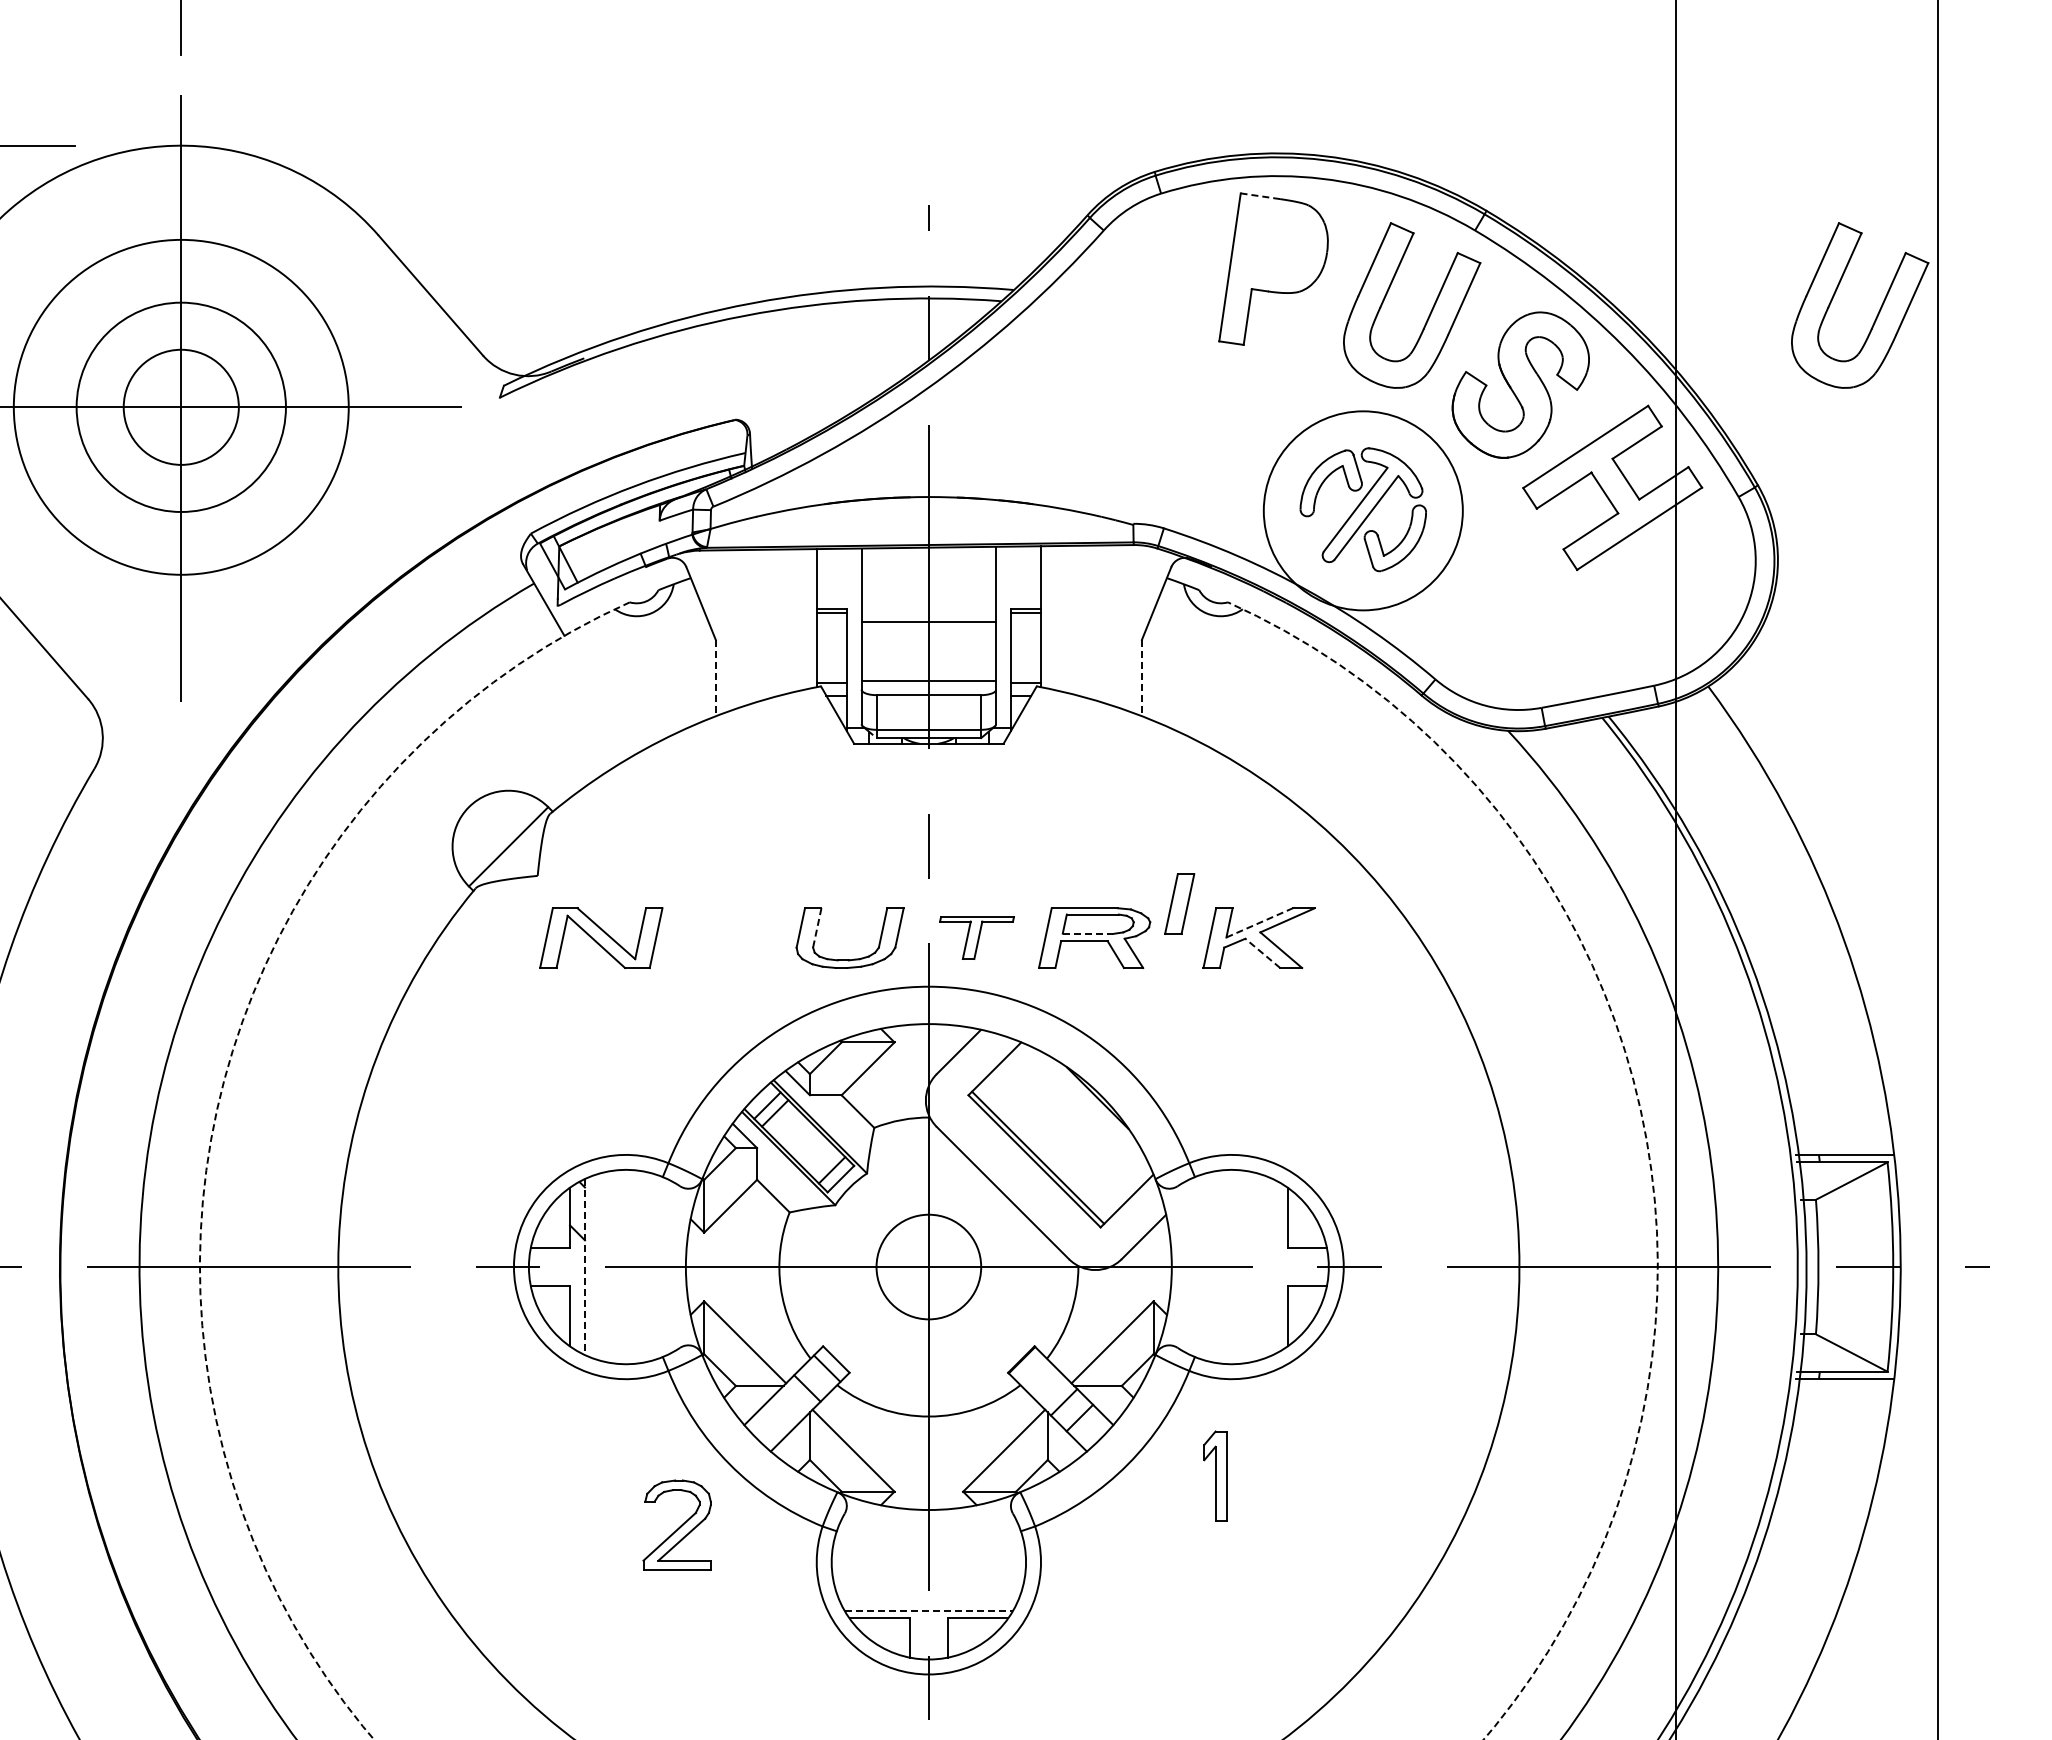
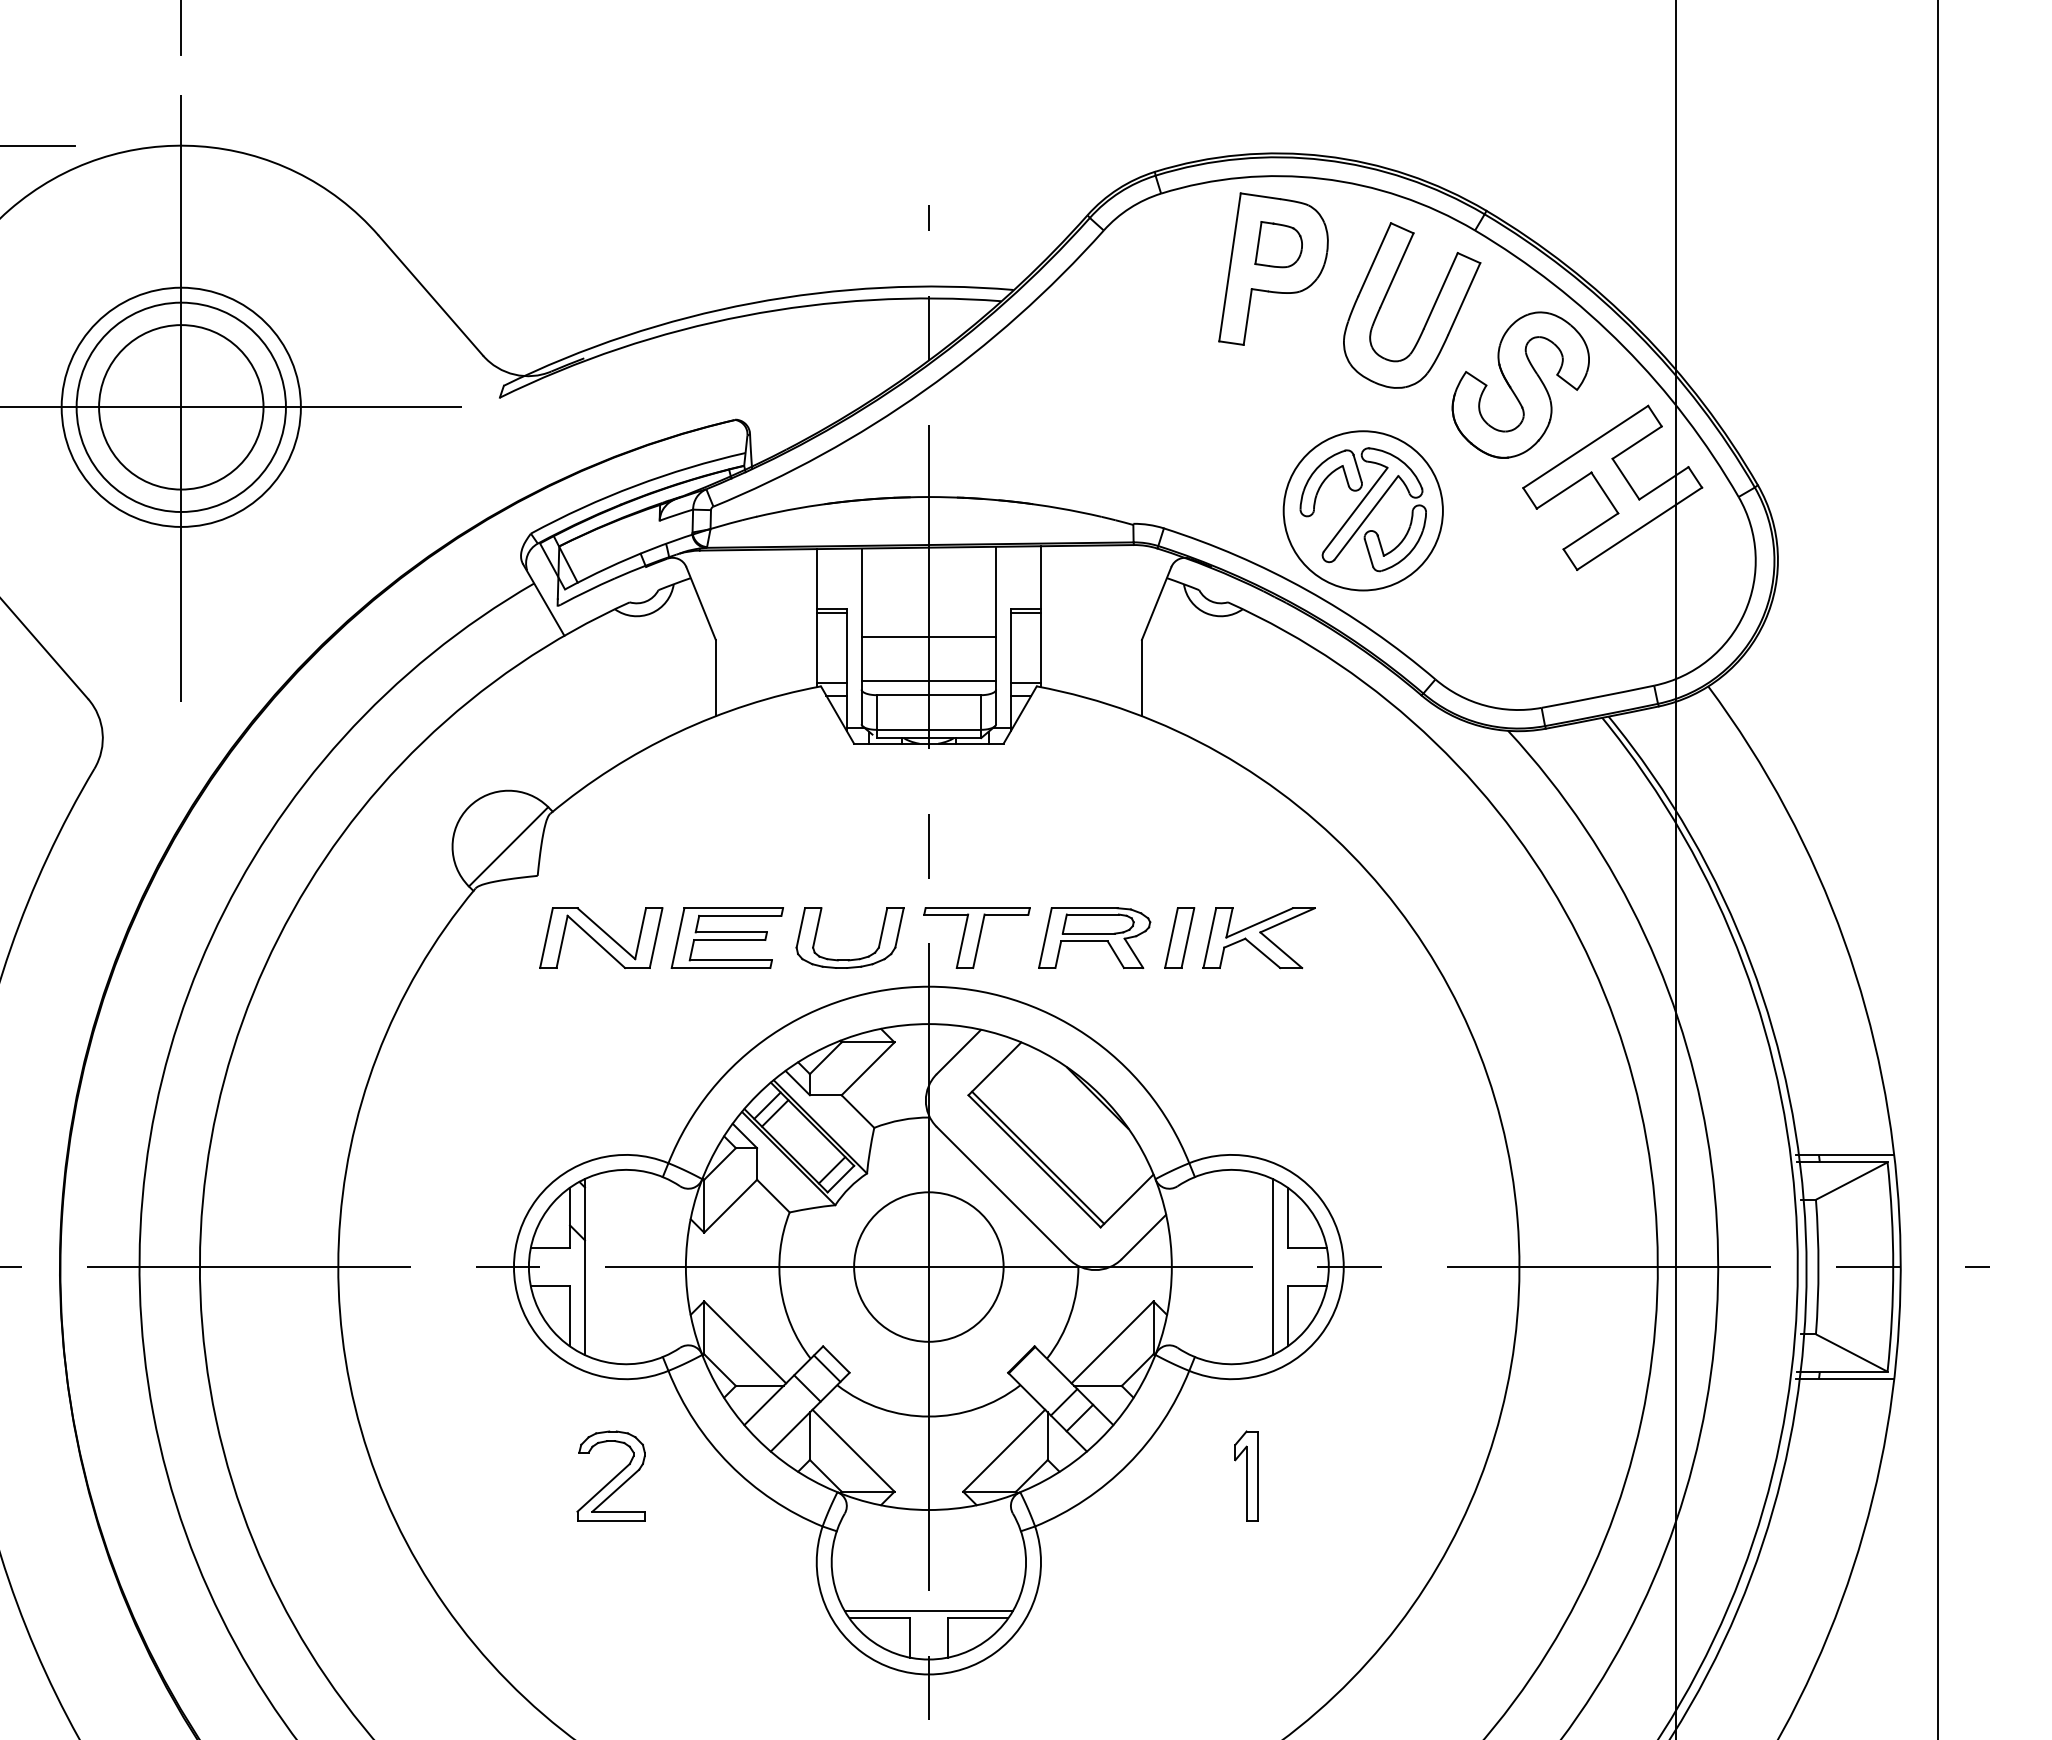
line at (1260, 196): dashed -> solid
part at (1278, 244): none -> present
part at (1877, 313): present -> none
circle at (180, 406) diameter: 115 px -> 164 px
circle at (180, 406) diameter: 335 px -> 239 px
circle at (1362, 510) diameter: 199 px -> 159 px
line at (928, 621) position: (928, 621) -> (928, 636)
line at (715, 678): dashed -> solid
line at (1141, 678): dashed -> solid
part at (1179, 903) position: (1179, 903) -> (1179, 937)
line at (1260, 922): dashed -> solid
line at (817, 928): dashed -> solid
line at (1089, 933): dashed -> solid
part at (726, 937): none -> present
part at (976, 937) size: 76x44 px -> 108x62 px
line at (1262, 953): dashed -> solid
circle at (928, 1266) diameter: 105 px -> 150 px
line at (584, 1267): dashed -> solid
line at (1272, 1267): none -> present
part at (1215, 1475) position: (1215, 1475) -> (1246, 1475)
part at (676, 1524) position: (676, 1524) -> (610, 1475)
line at (929, 1610): dashed -> solid
arc at (1483, 1739): dashed -> solid
